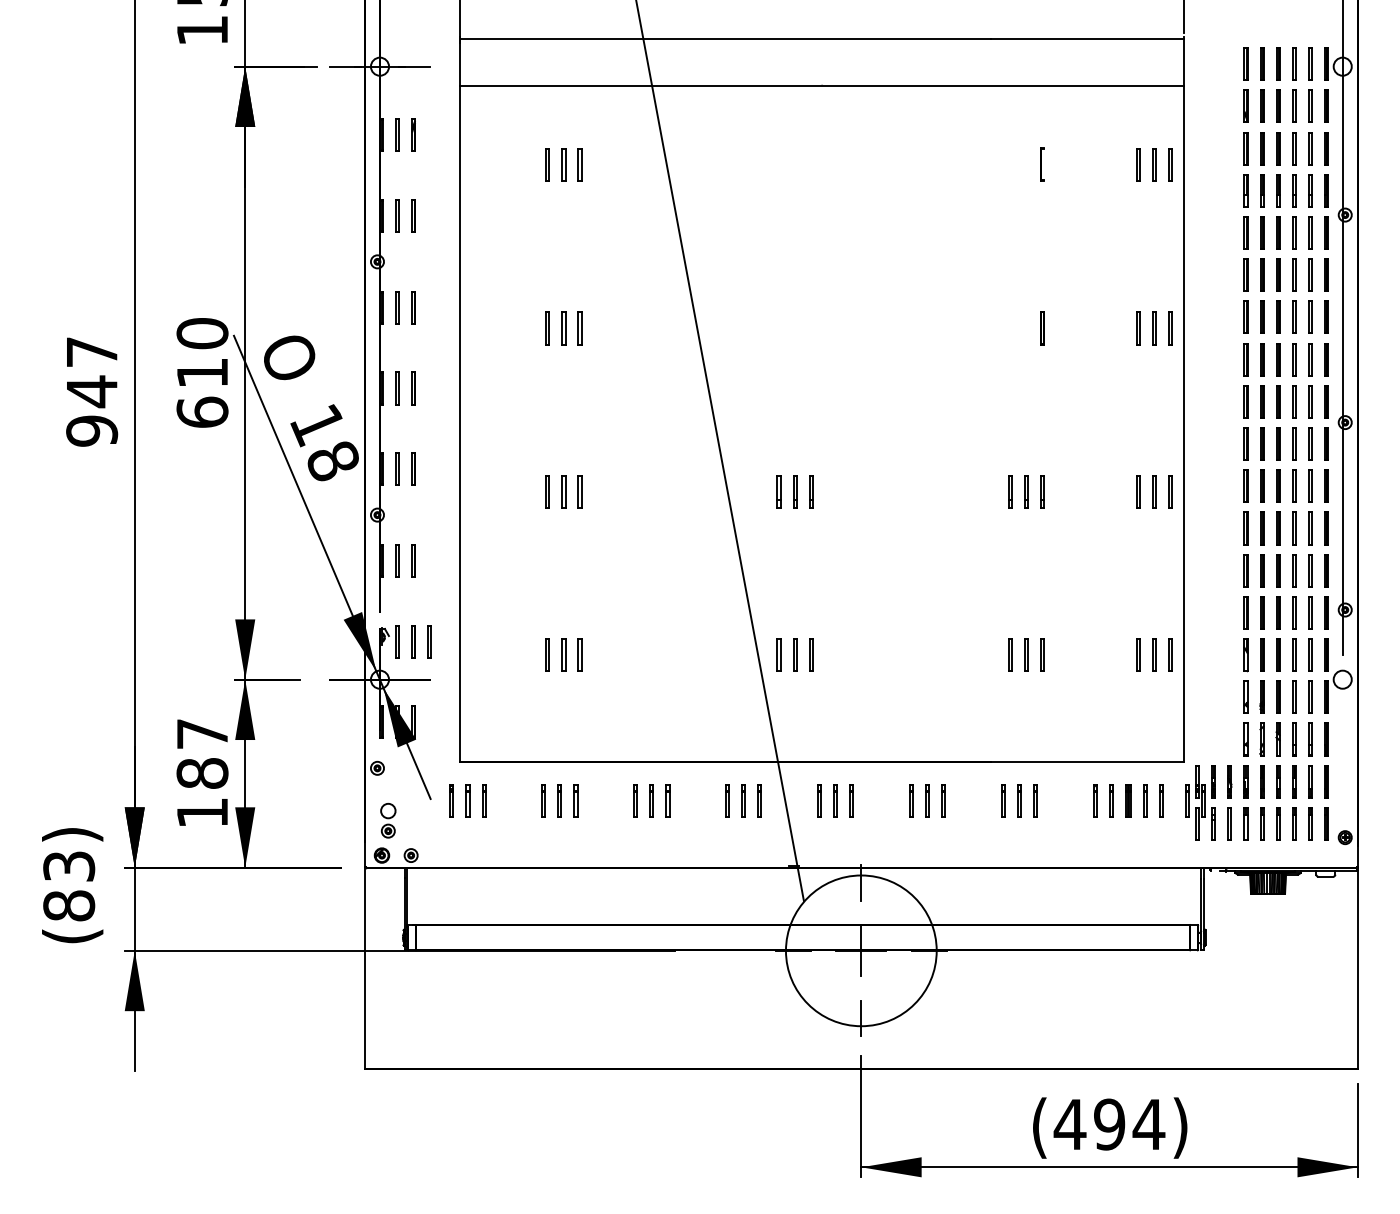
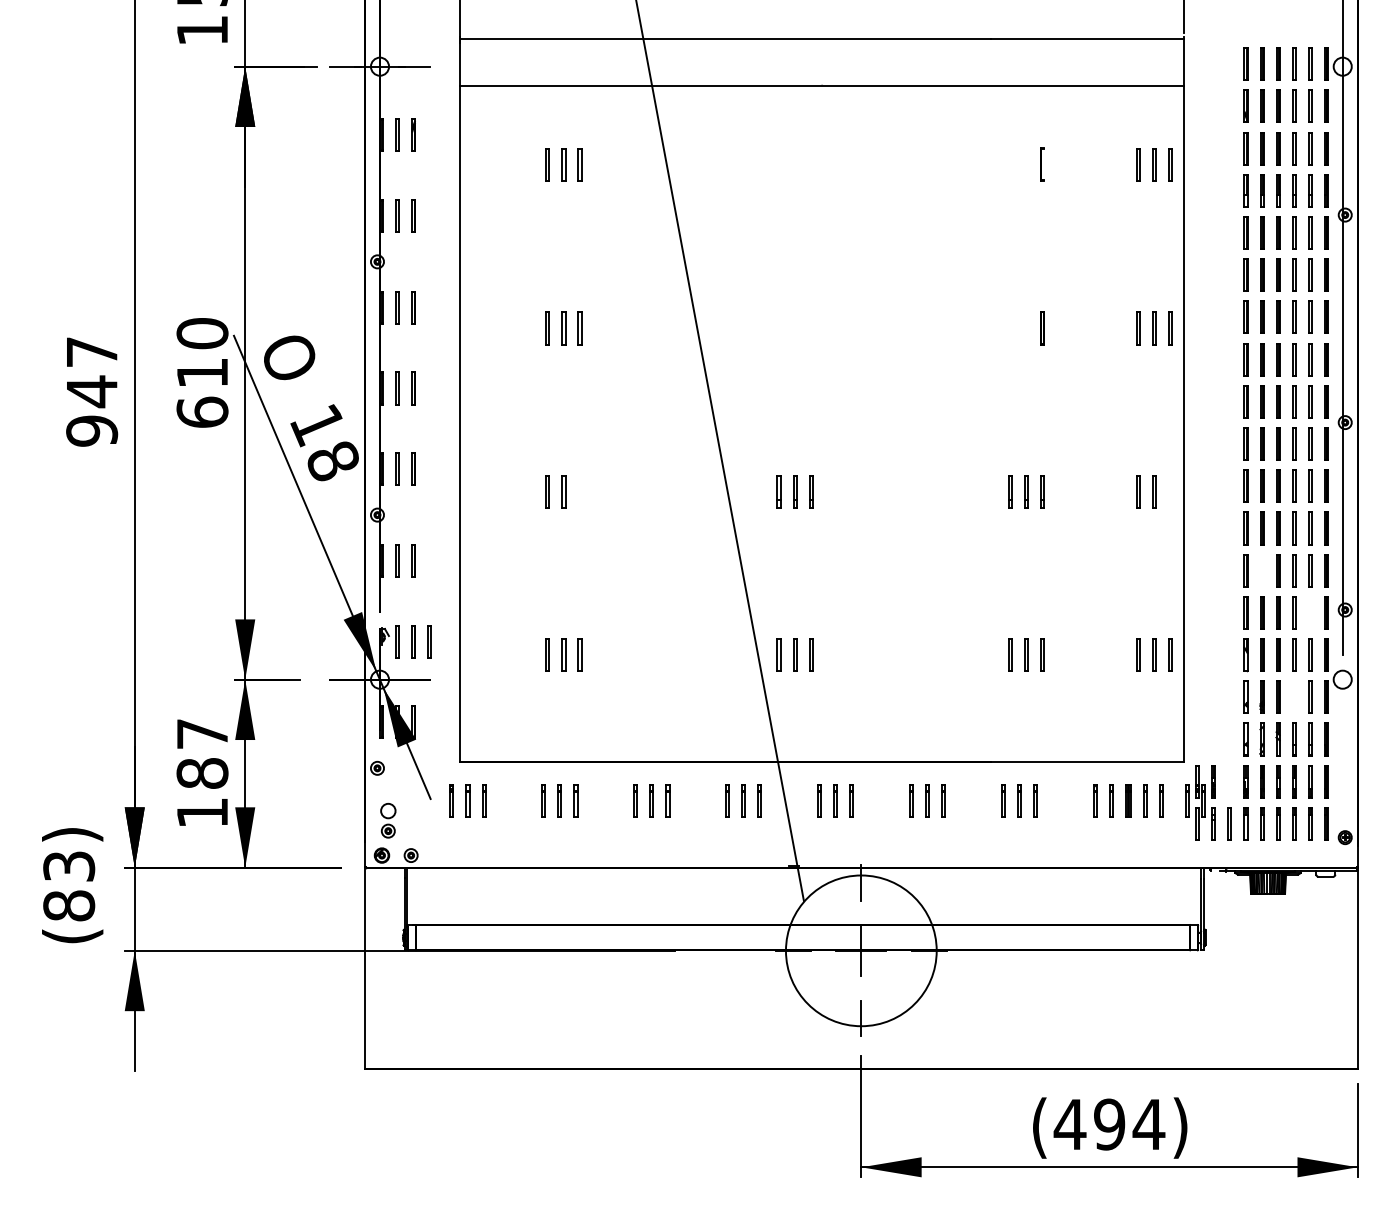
part at (579, 491): present -> none
line at (1169, 491): present -> none
line at (1262, 570): present -> none
line at (1309, 612): present -> none
line at (1293, 696): present -> none
part at (1229, 781): present -> none
